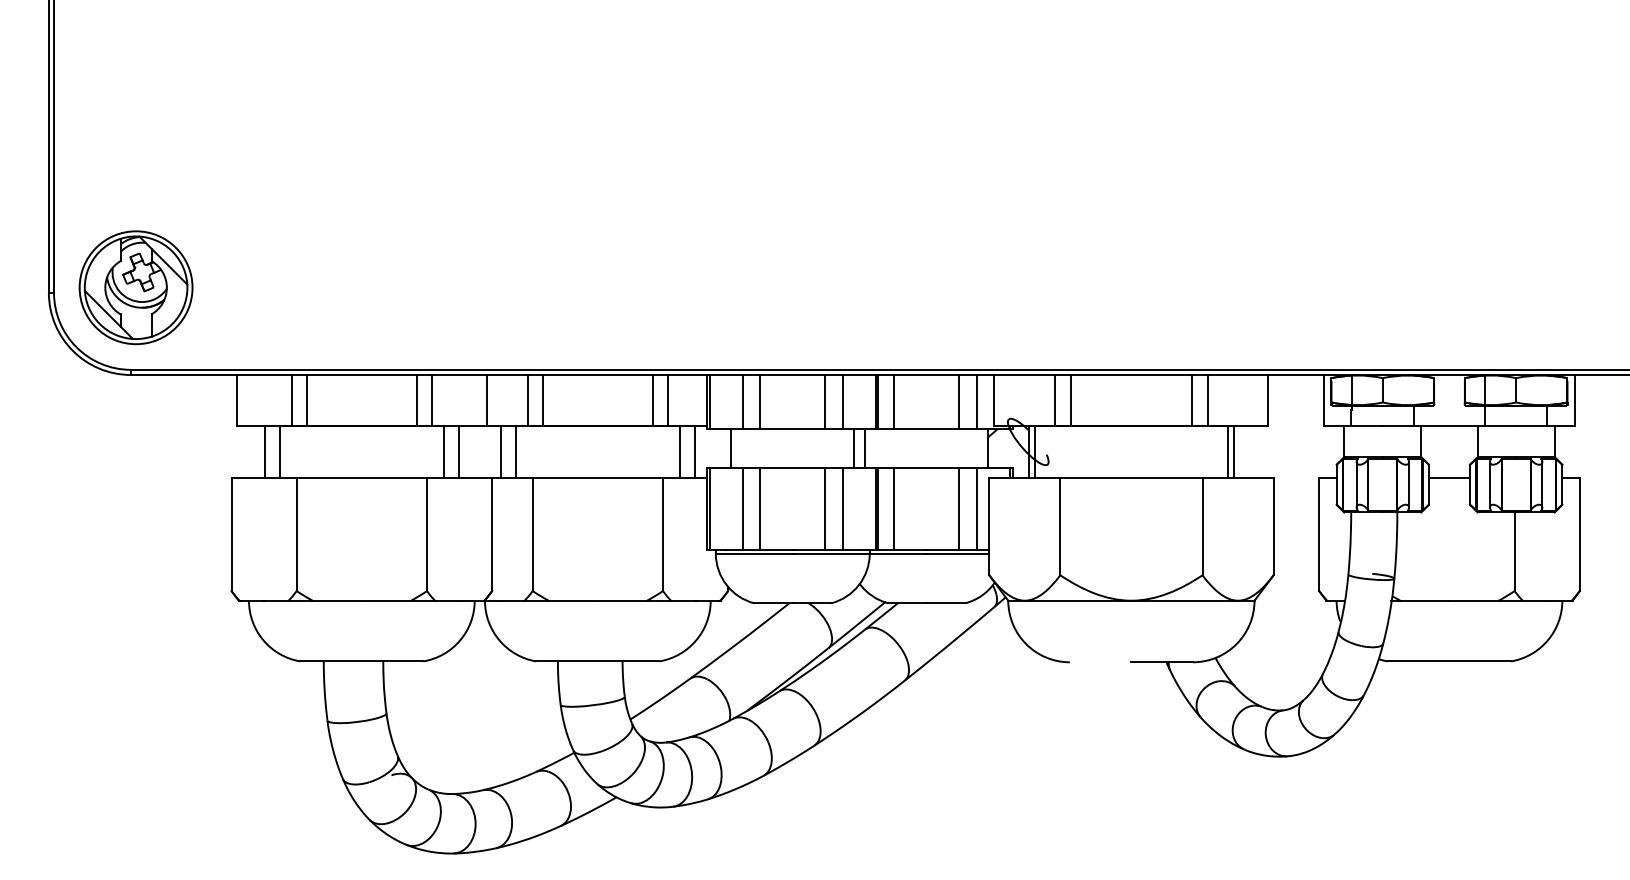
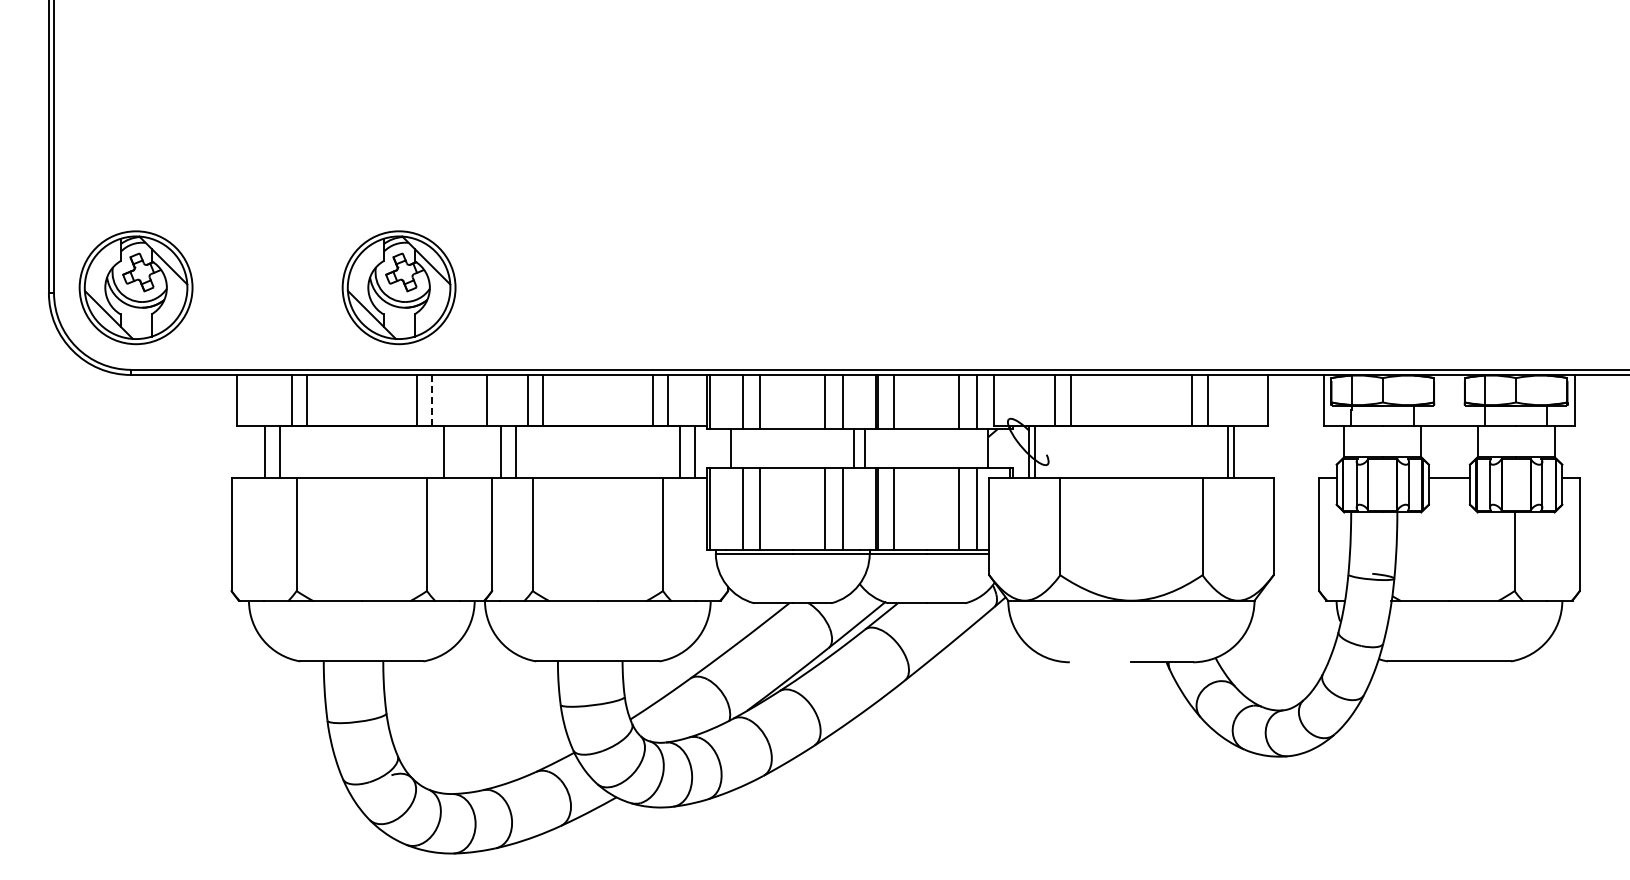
part at (398, 287): none -> present
line at (432, 400): solid -> dashed
line at (458, 451): present -> none
